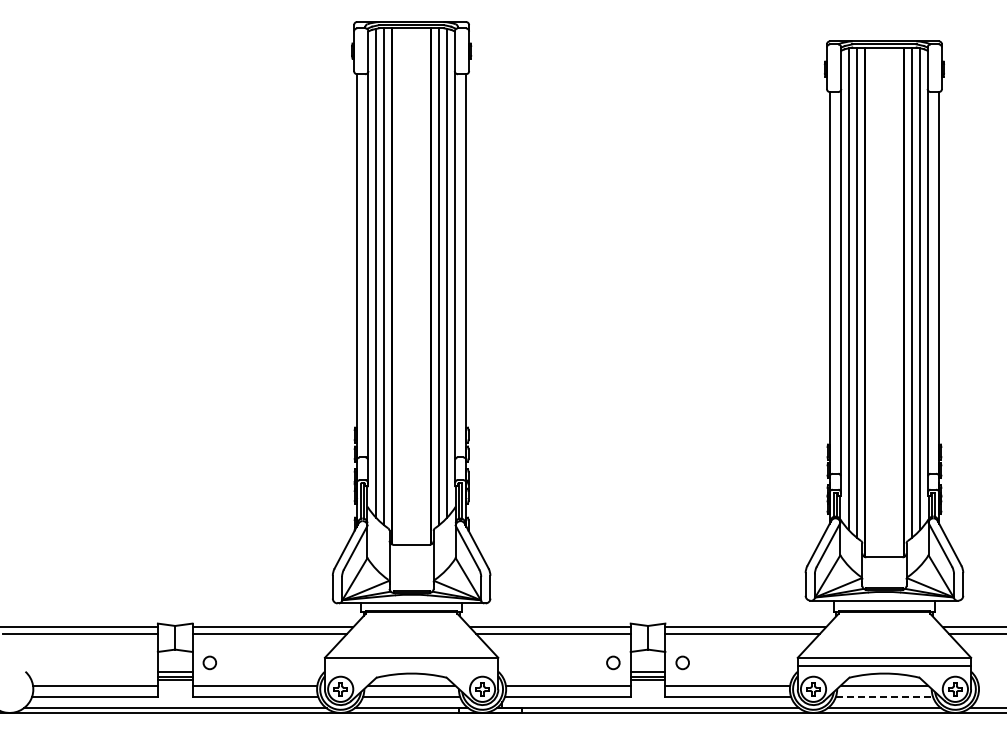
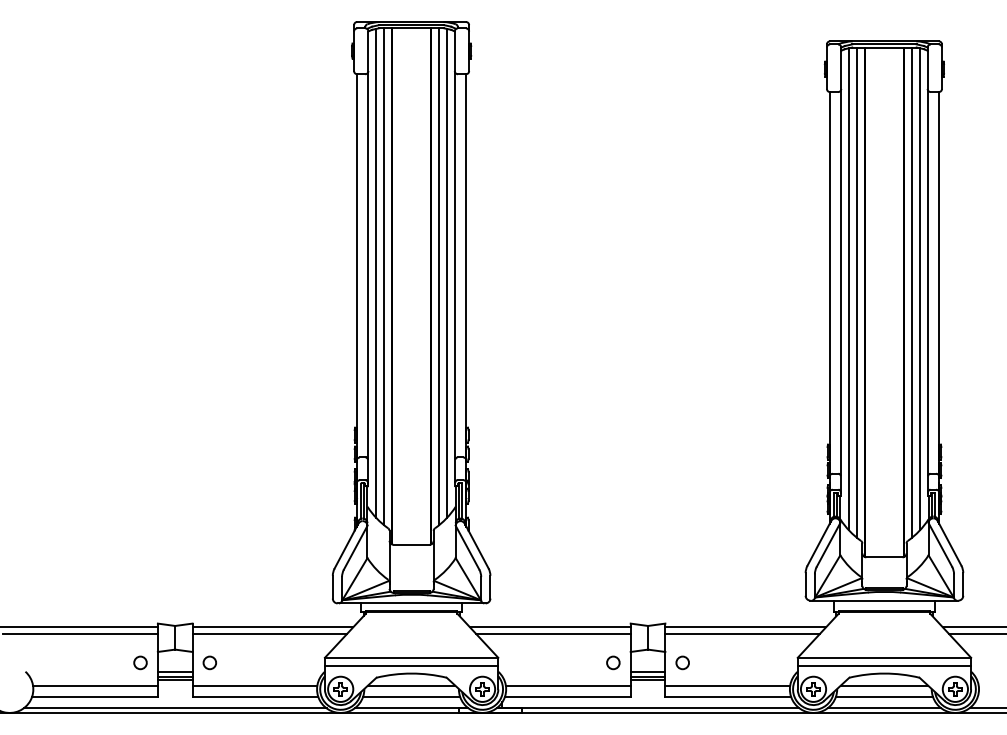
circle at (140, 662): none -> present
line at (411, 665): none -> present
line at (884, 697): dashed -> solid
